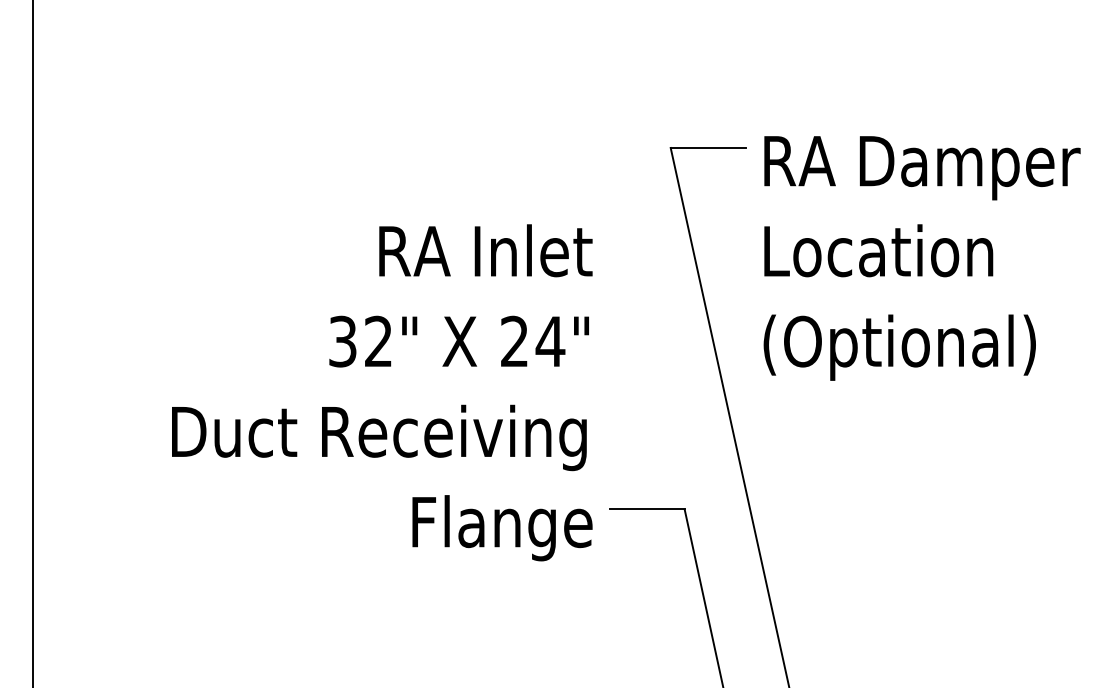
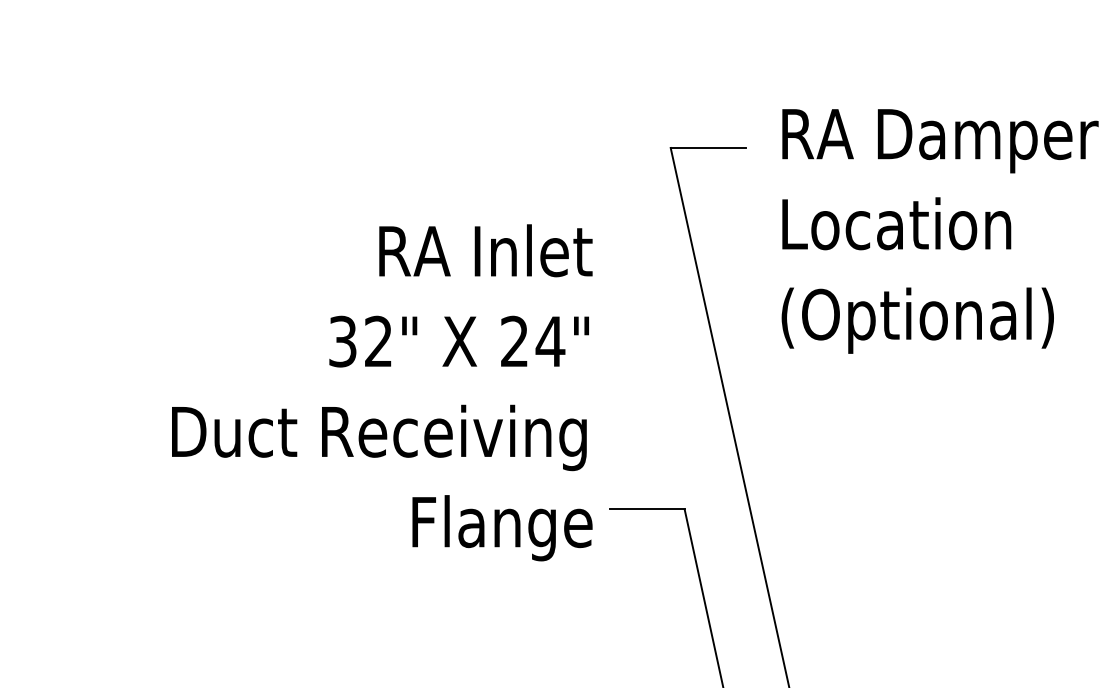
text at (921, 258) position: (921, 258) -> (939, 231)
line at (33, 343): present -> none
